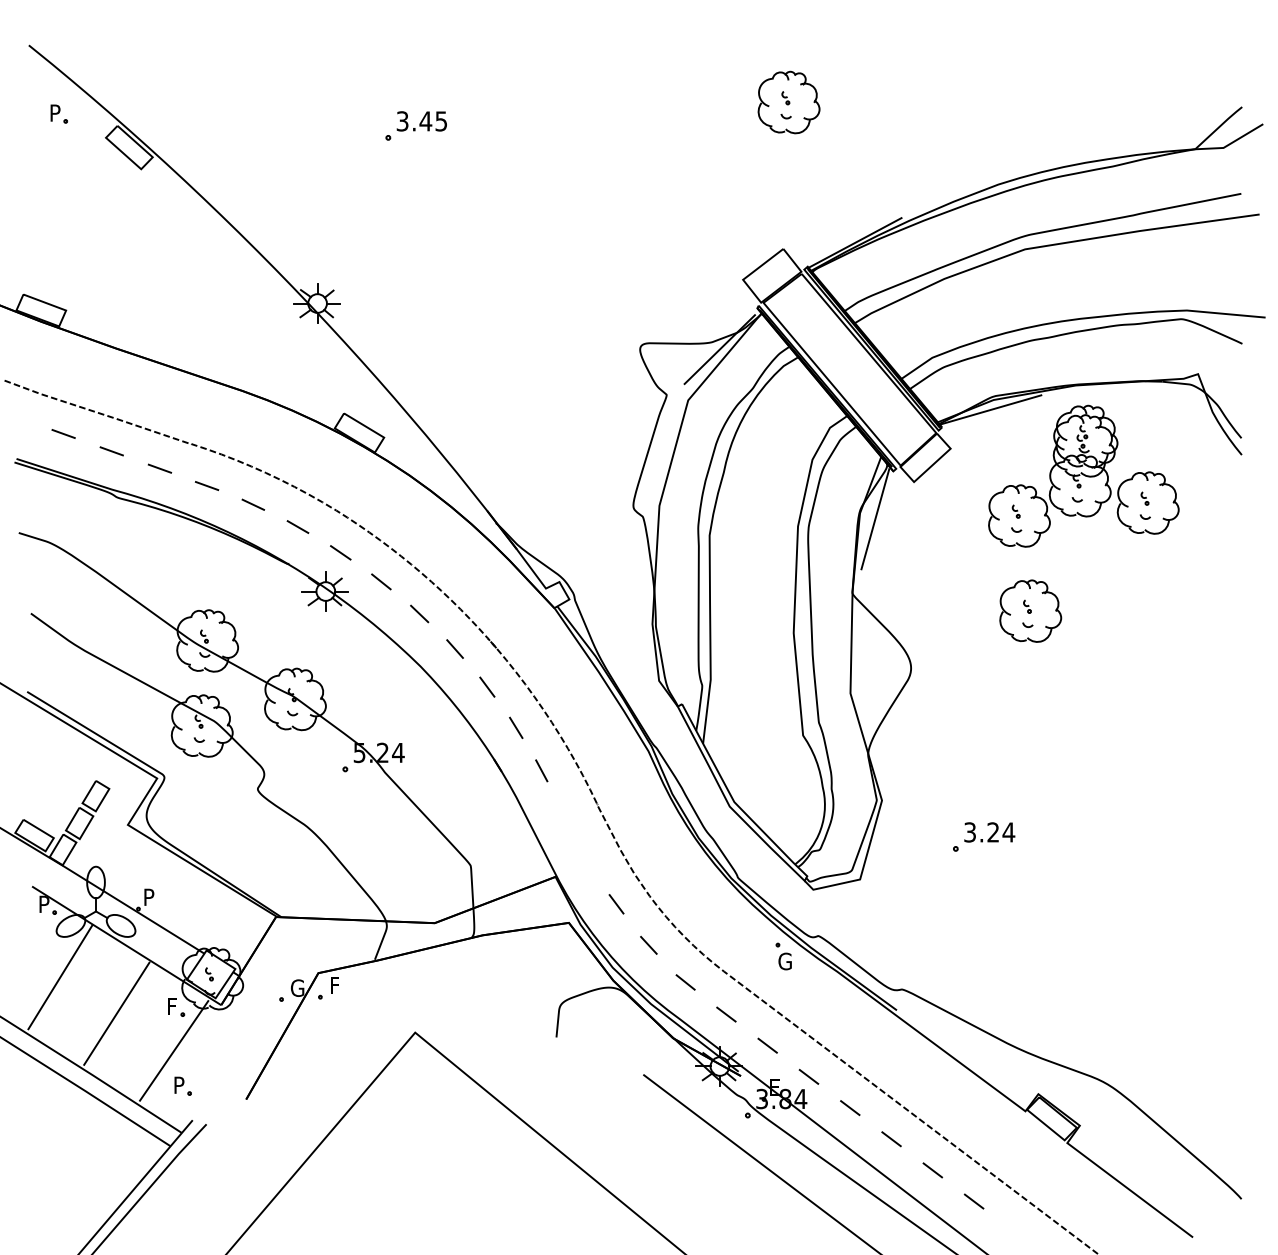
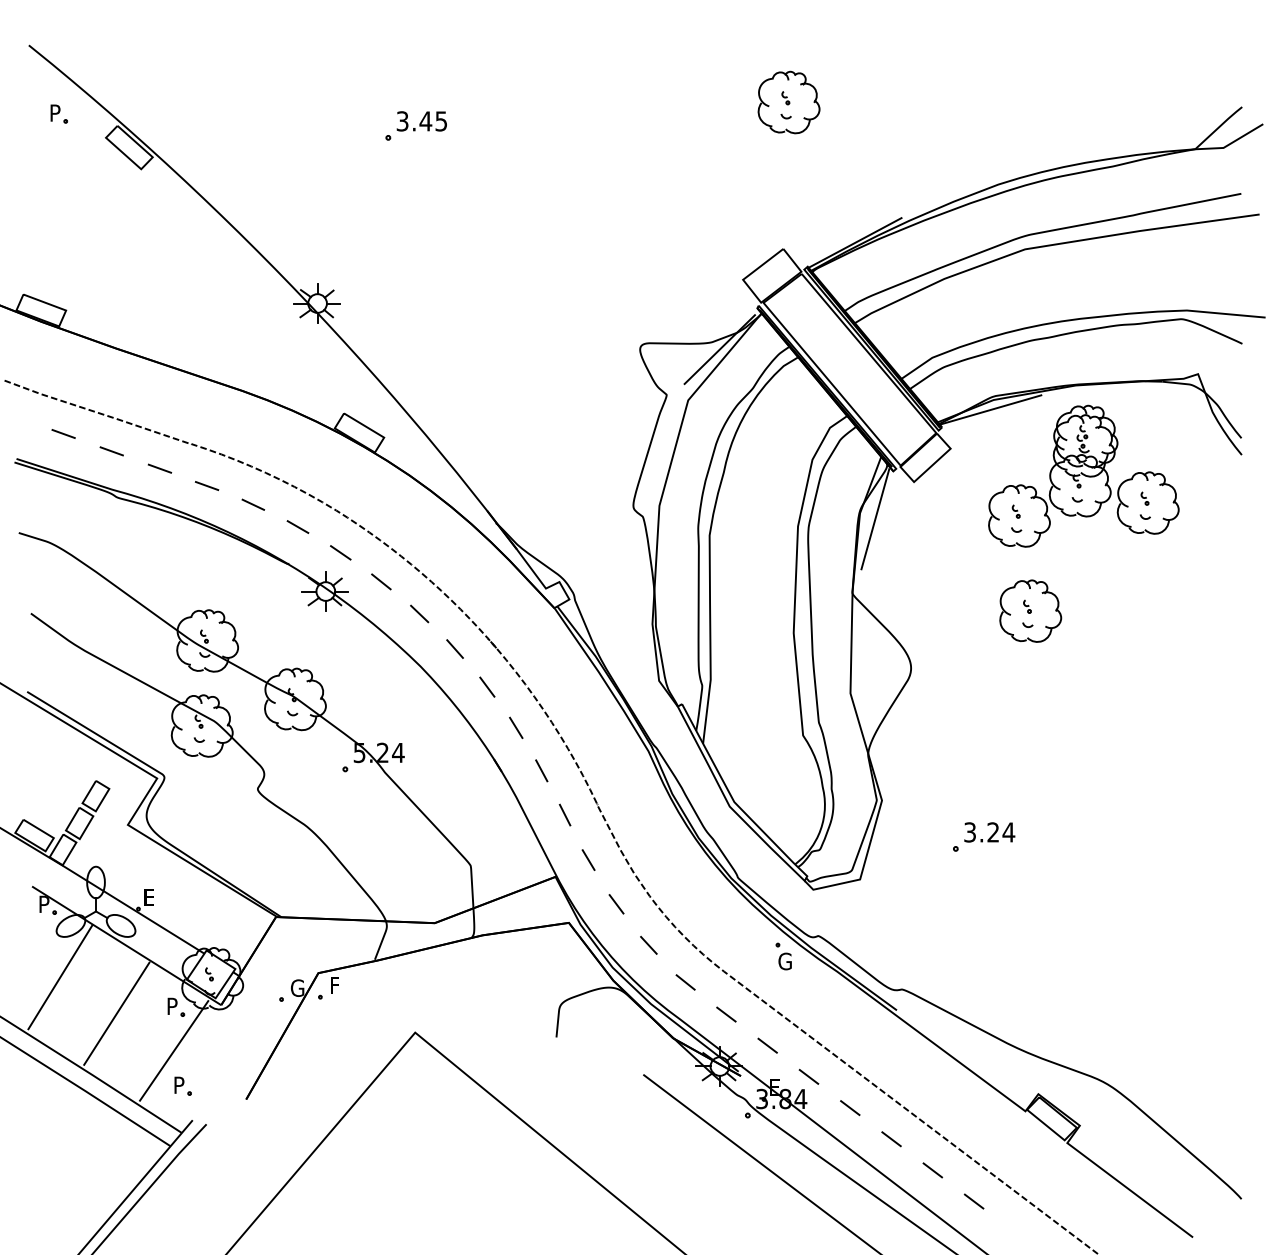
line at (564, 814): none -> present
line at (588, 859): none -> present
text at (149, 896): P -> E
text at (172, 1005): F -> P
